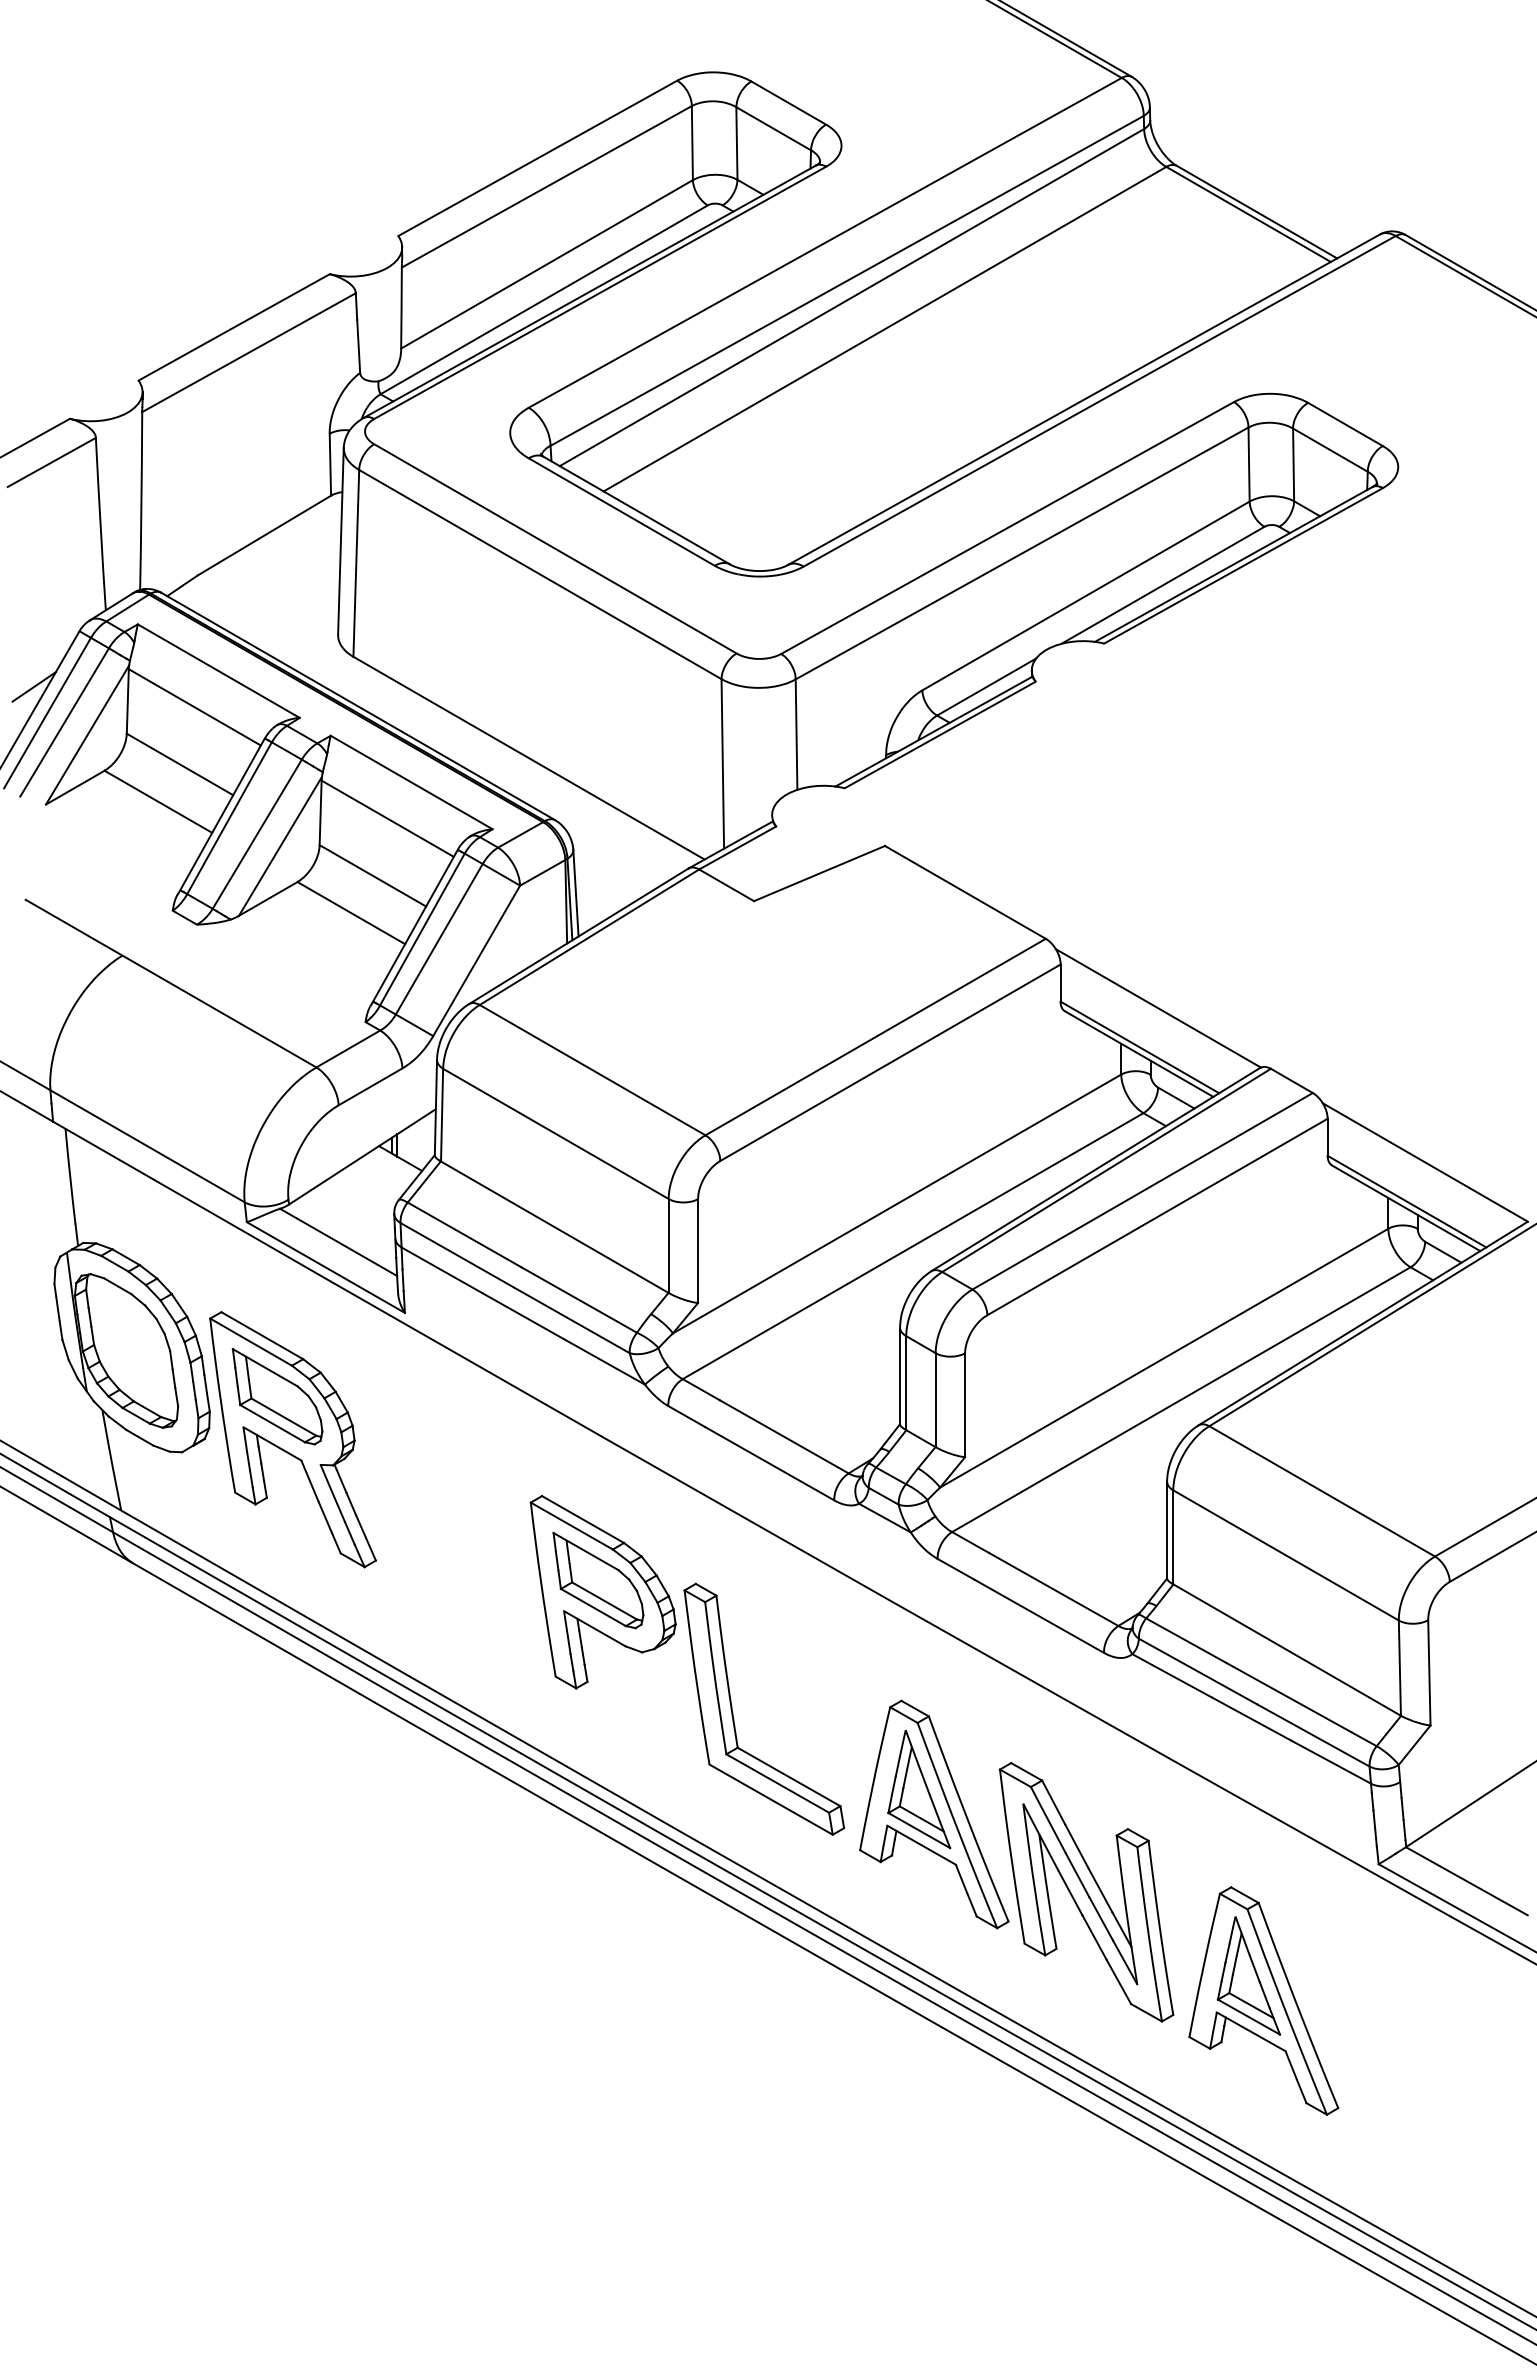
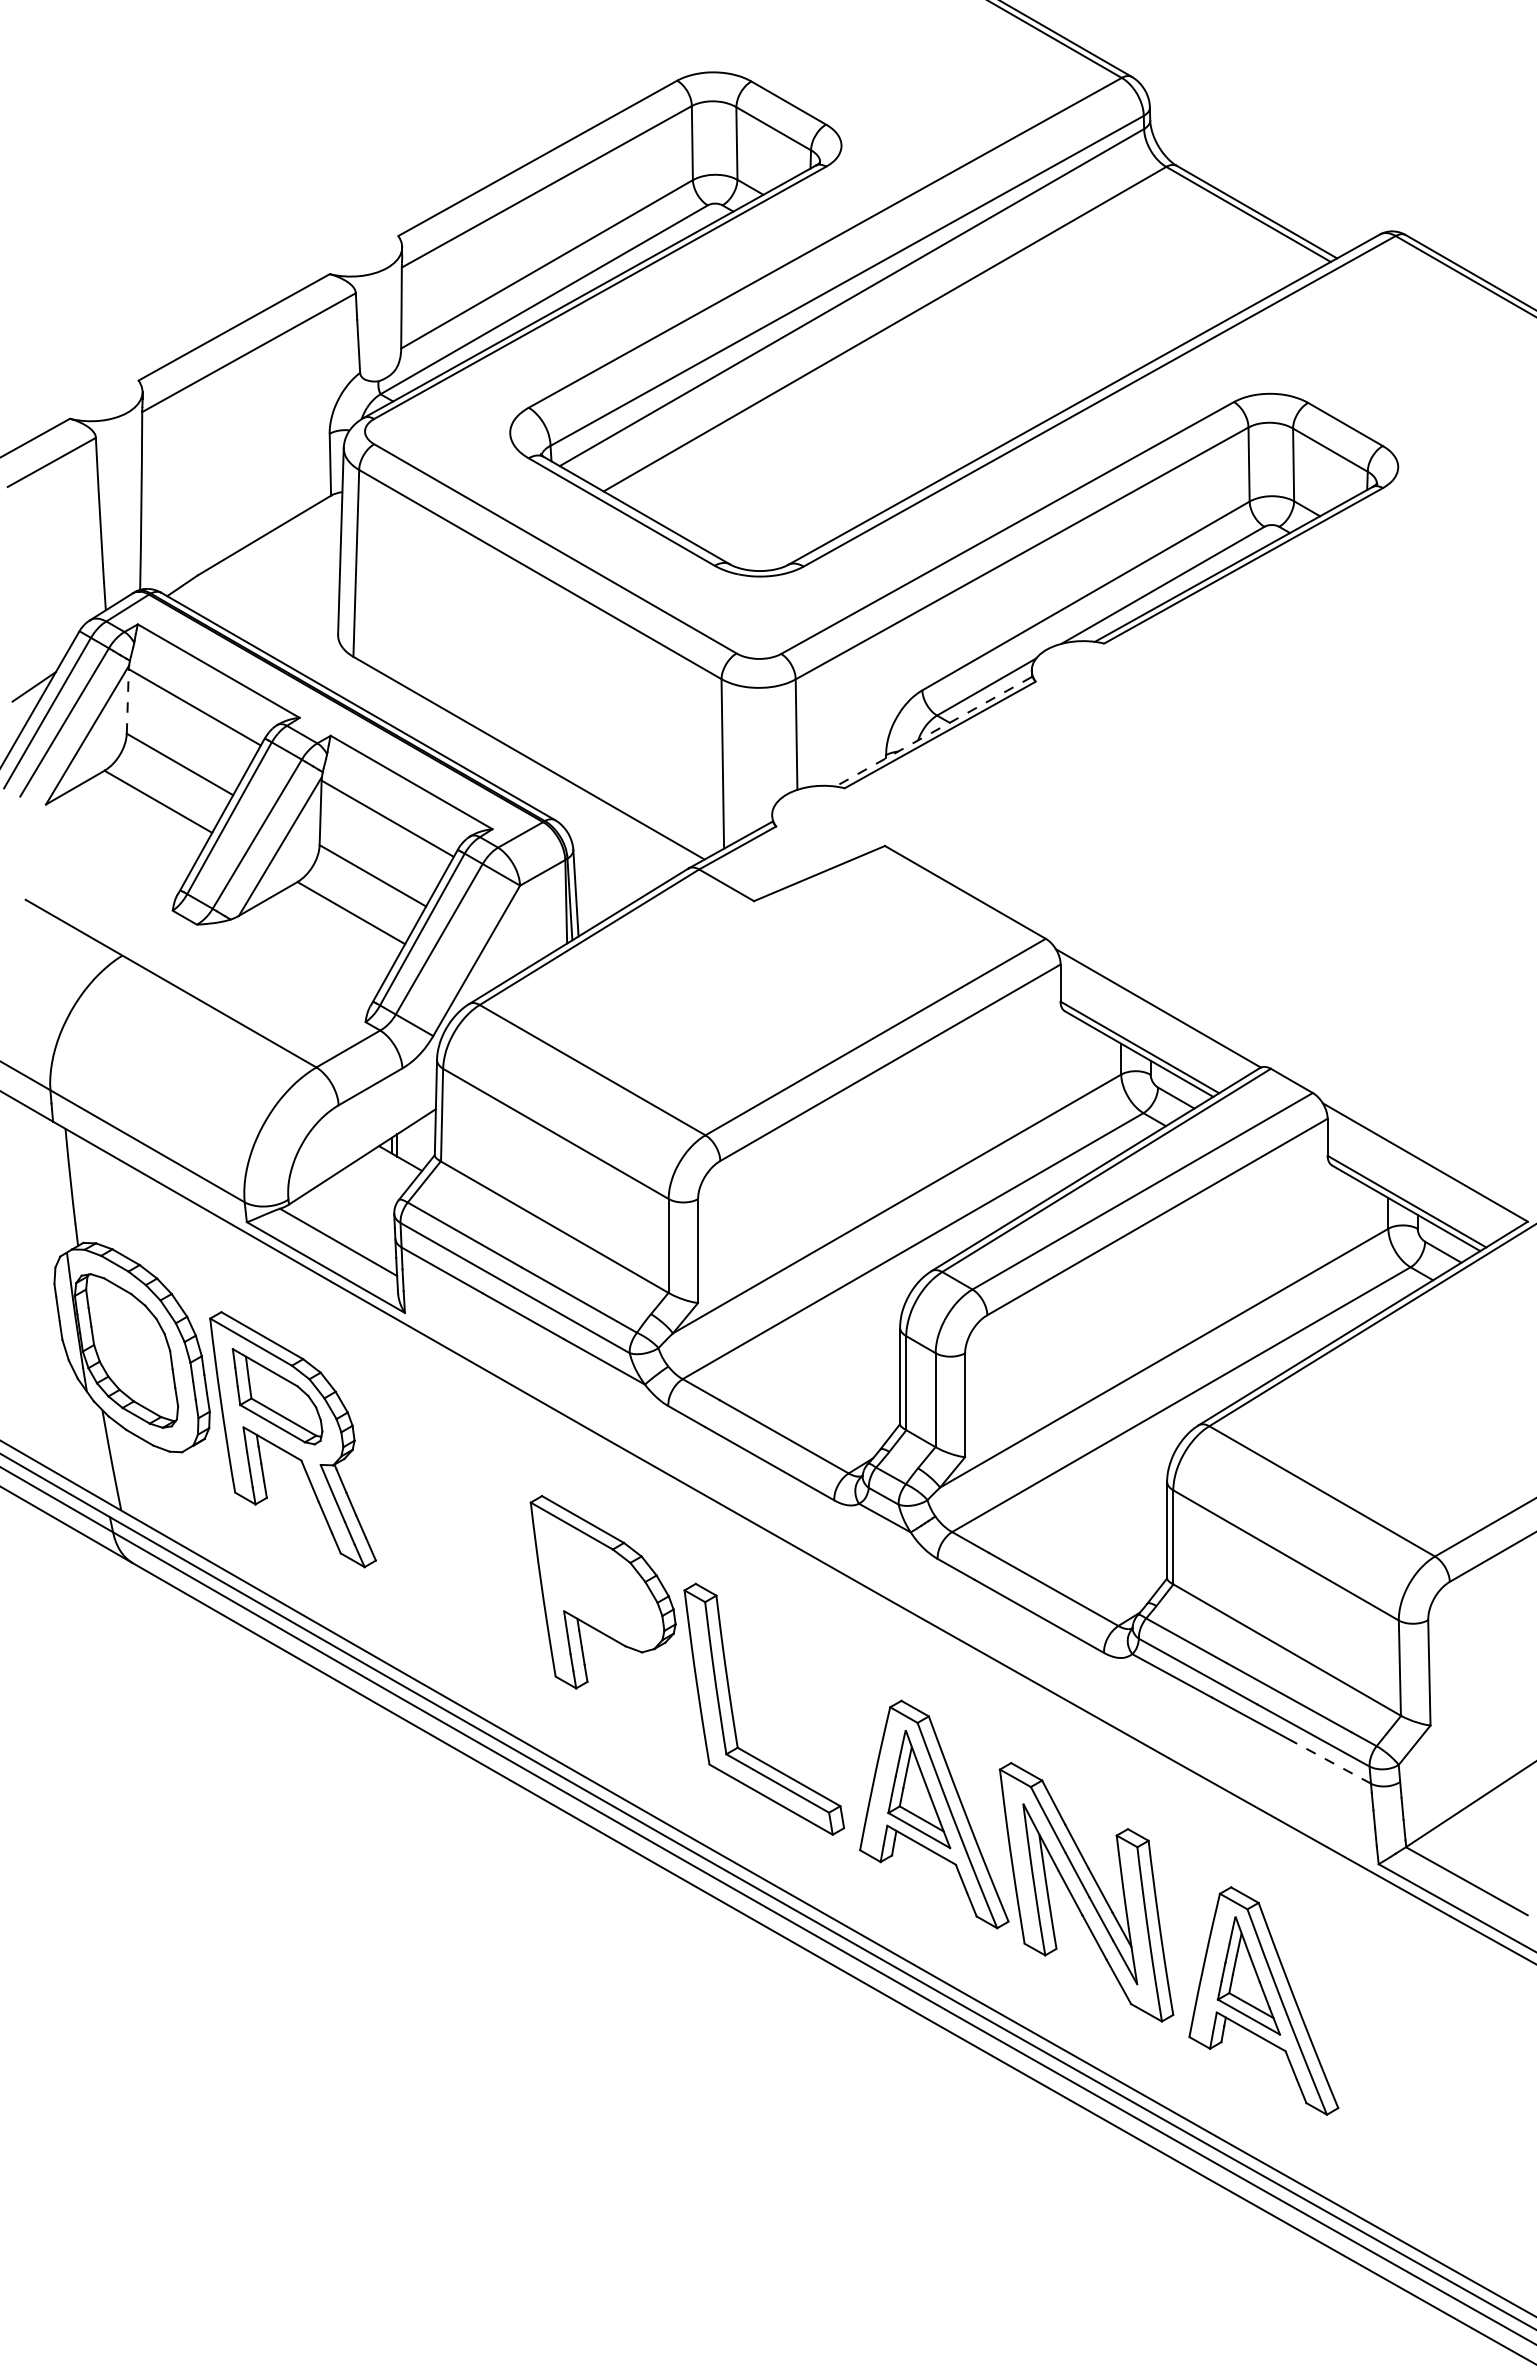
line at (127, 700): solid -> dashed
line at (933, 732): solid -> dashed
part at (598, 1580): present -> none
line at (1330, 1761): solid -> dashed
